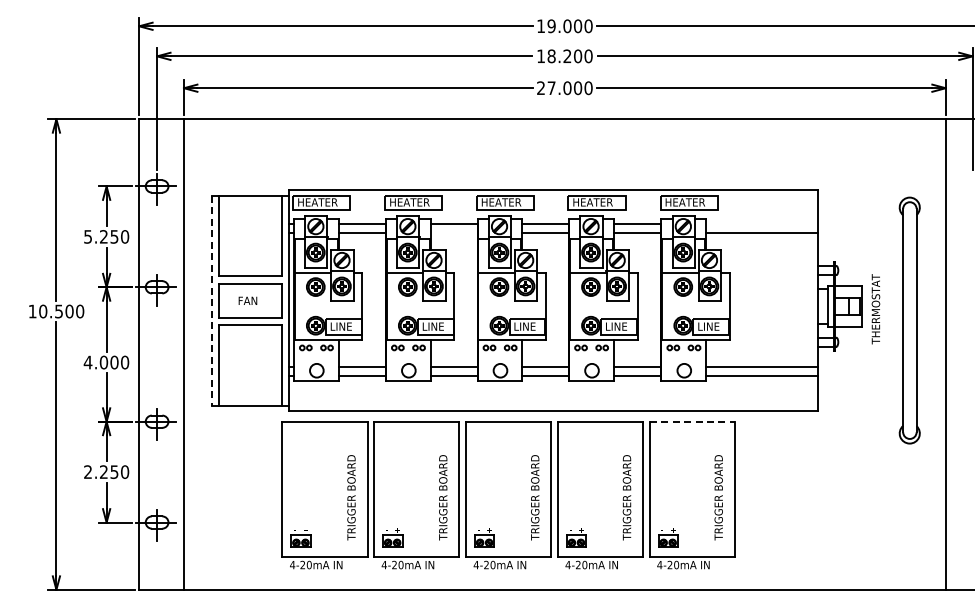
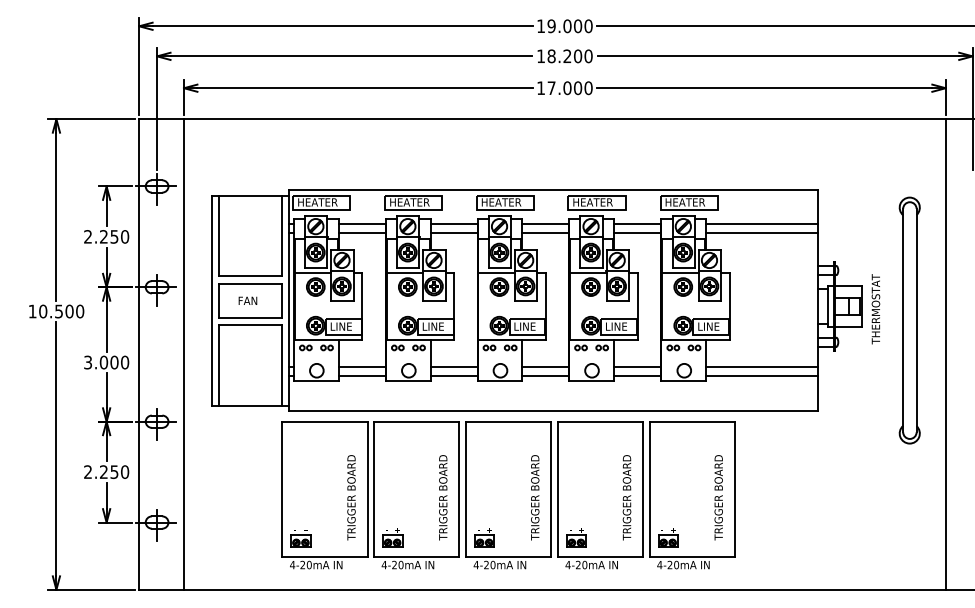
text at (540, 87): 27.000 -> 17.000
line at (762, 223): none -> present
line at (453, 232): none -> present
text at (87, 236): 5.250 -> 2.250
line at (211, 301): dashed -> solid
text at (87, 362): 4.000 -> 3.000
line at (692, 422): dashed -> solid
